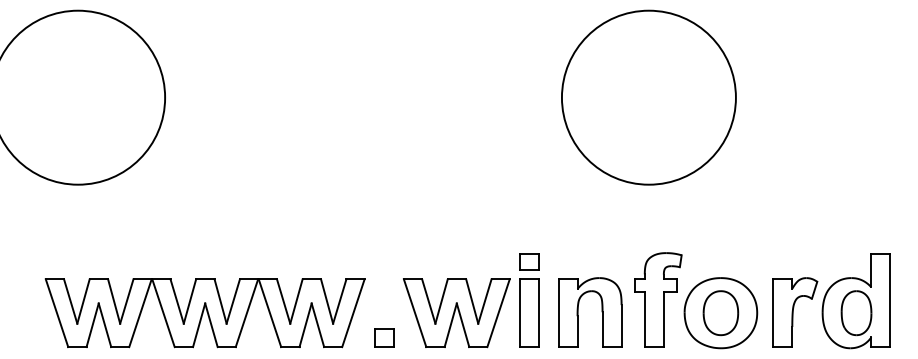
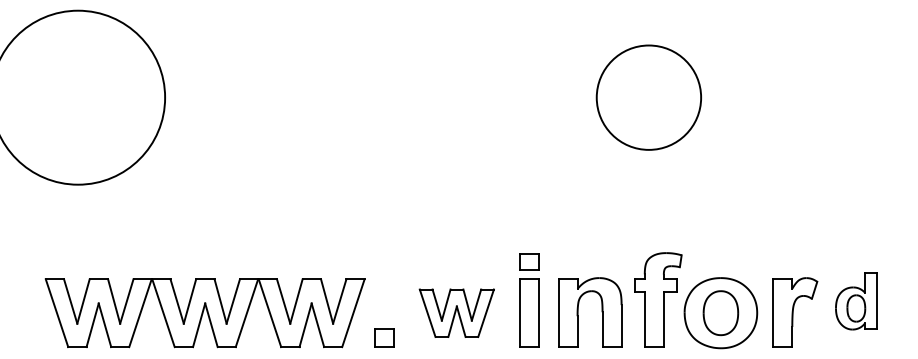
circle at (648, 97) diameter: 174 px -> 104 px
part at (855, 301) size: 70x97 px -> 43x59 px
part at (456, 313) size: 108x71 px -> 77x50 px
